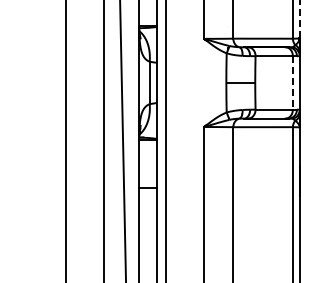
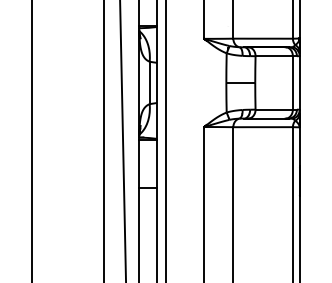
line at (299, 19): dashed -> solid
line at (292, 82): dashed -> solid
line at (66, 140) position: (66, 140) -> (32, 140)
